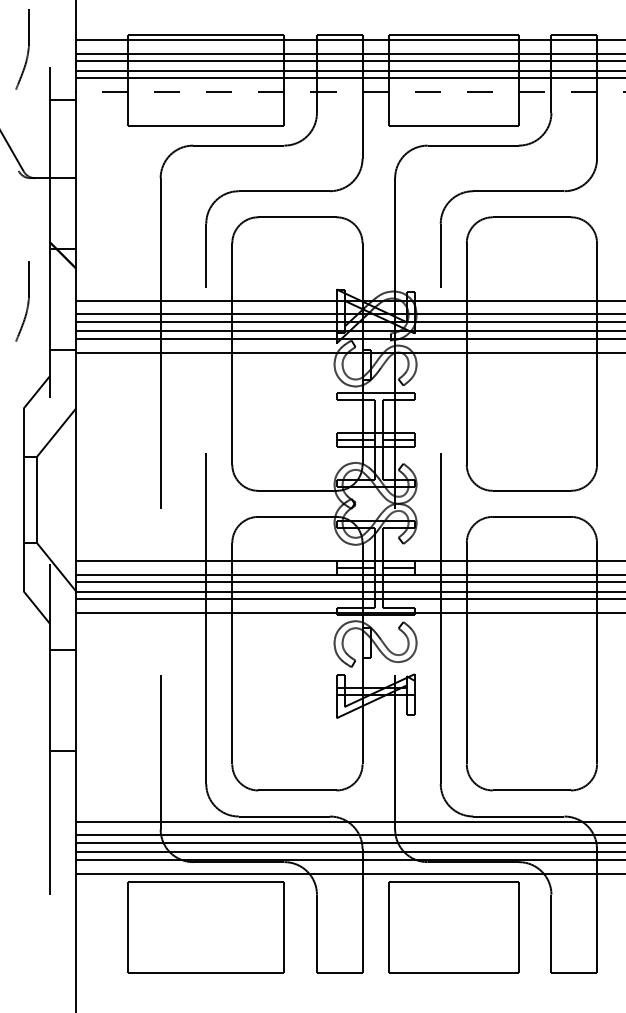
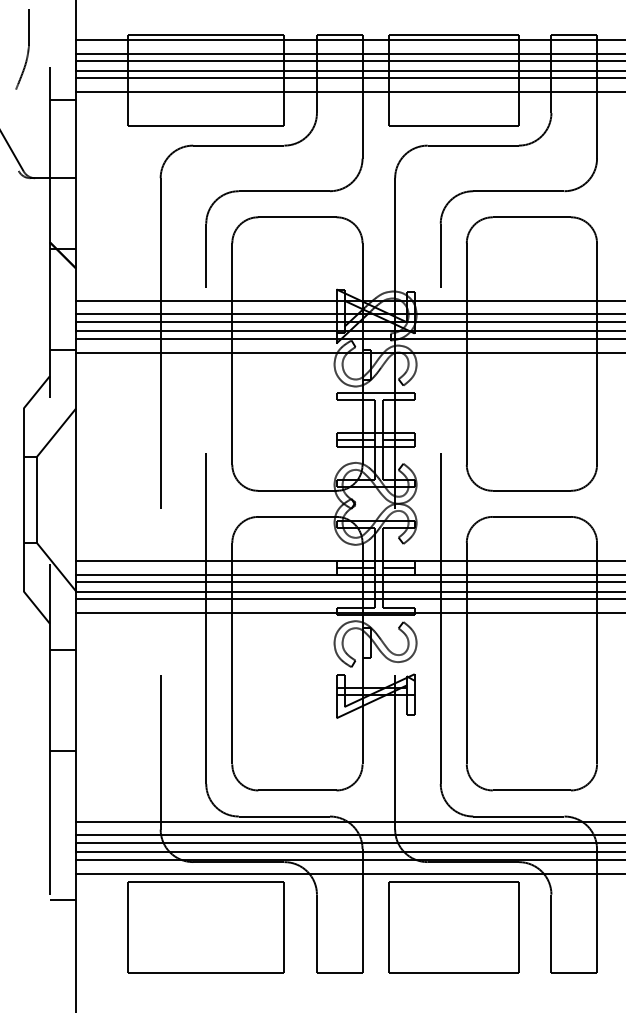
line at (350, 92): dashed -> solid
part at (22, 301): present -> none
line at (62, 900): none -> present
